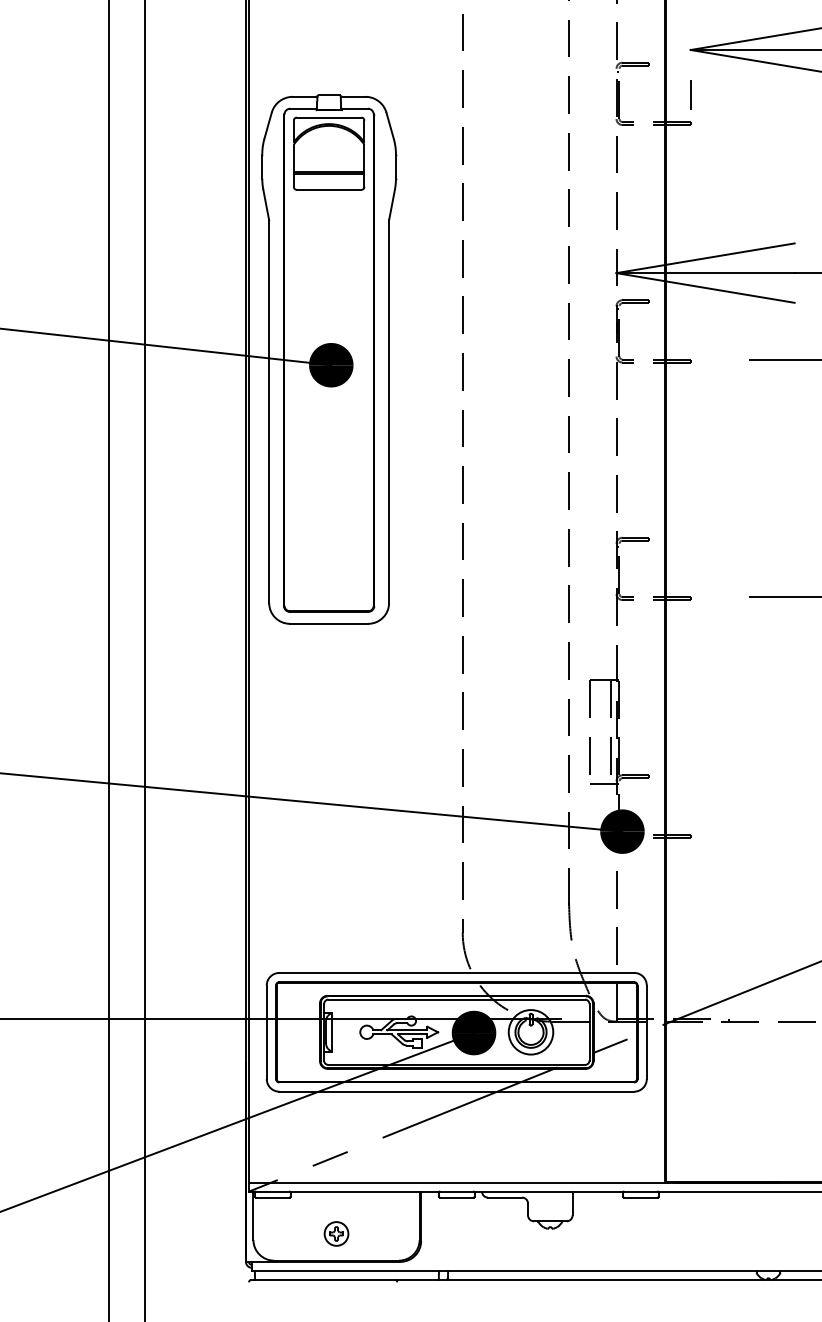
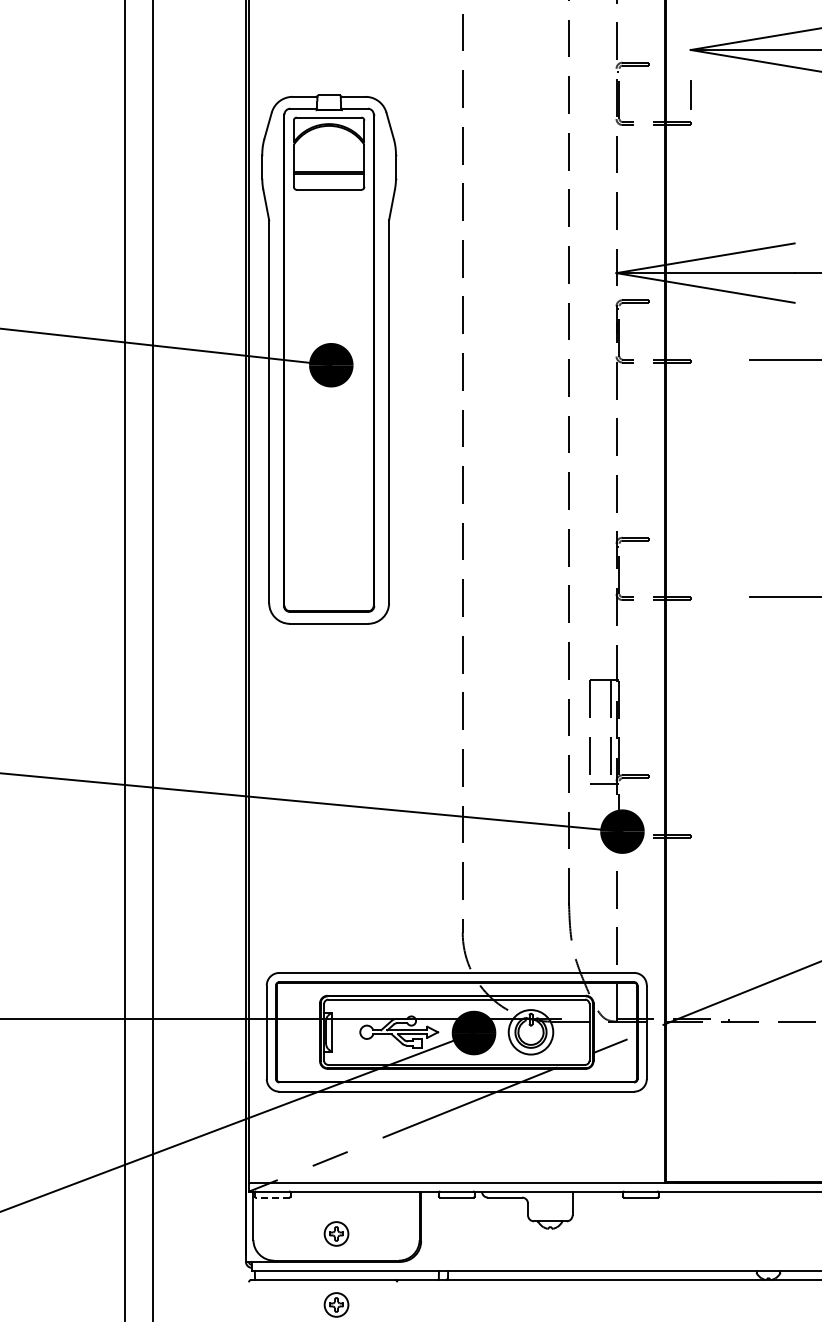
line at (109, 660) position: (109, 660) -> (125, 660)
line at (145, 660) position: (145, 660) -> (153, 660)
line at (272, 1197): solid -> dashed
part at (336, 1304): none -> present
